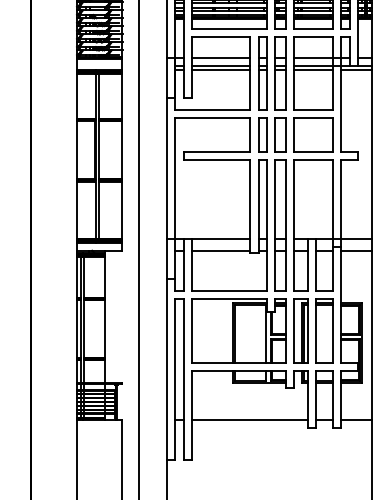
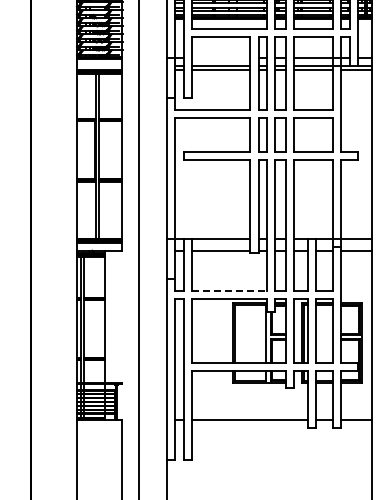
line at (220, 57): present -> none
line at (229, 290): solid -> dashed
